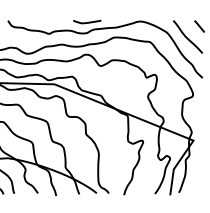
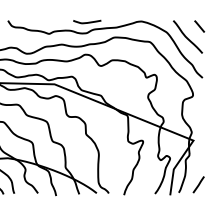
line at (198, 184): none -> present
